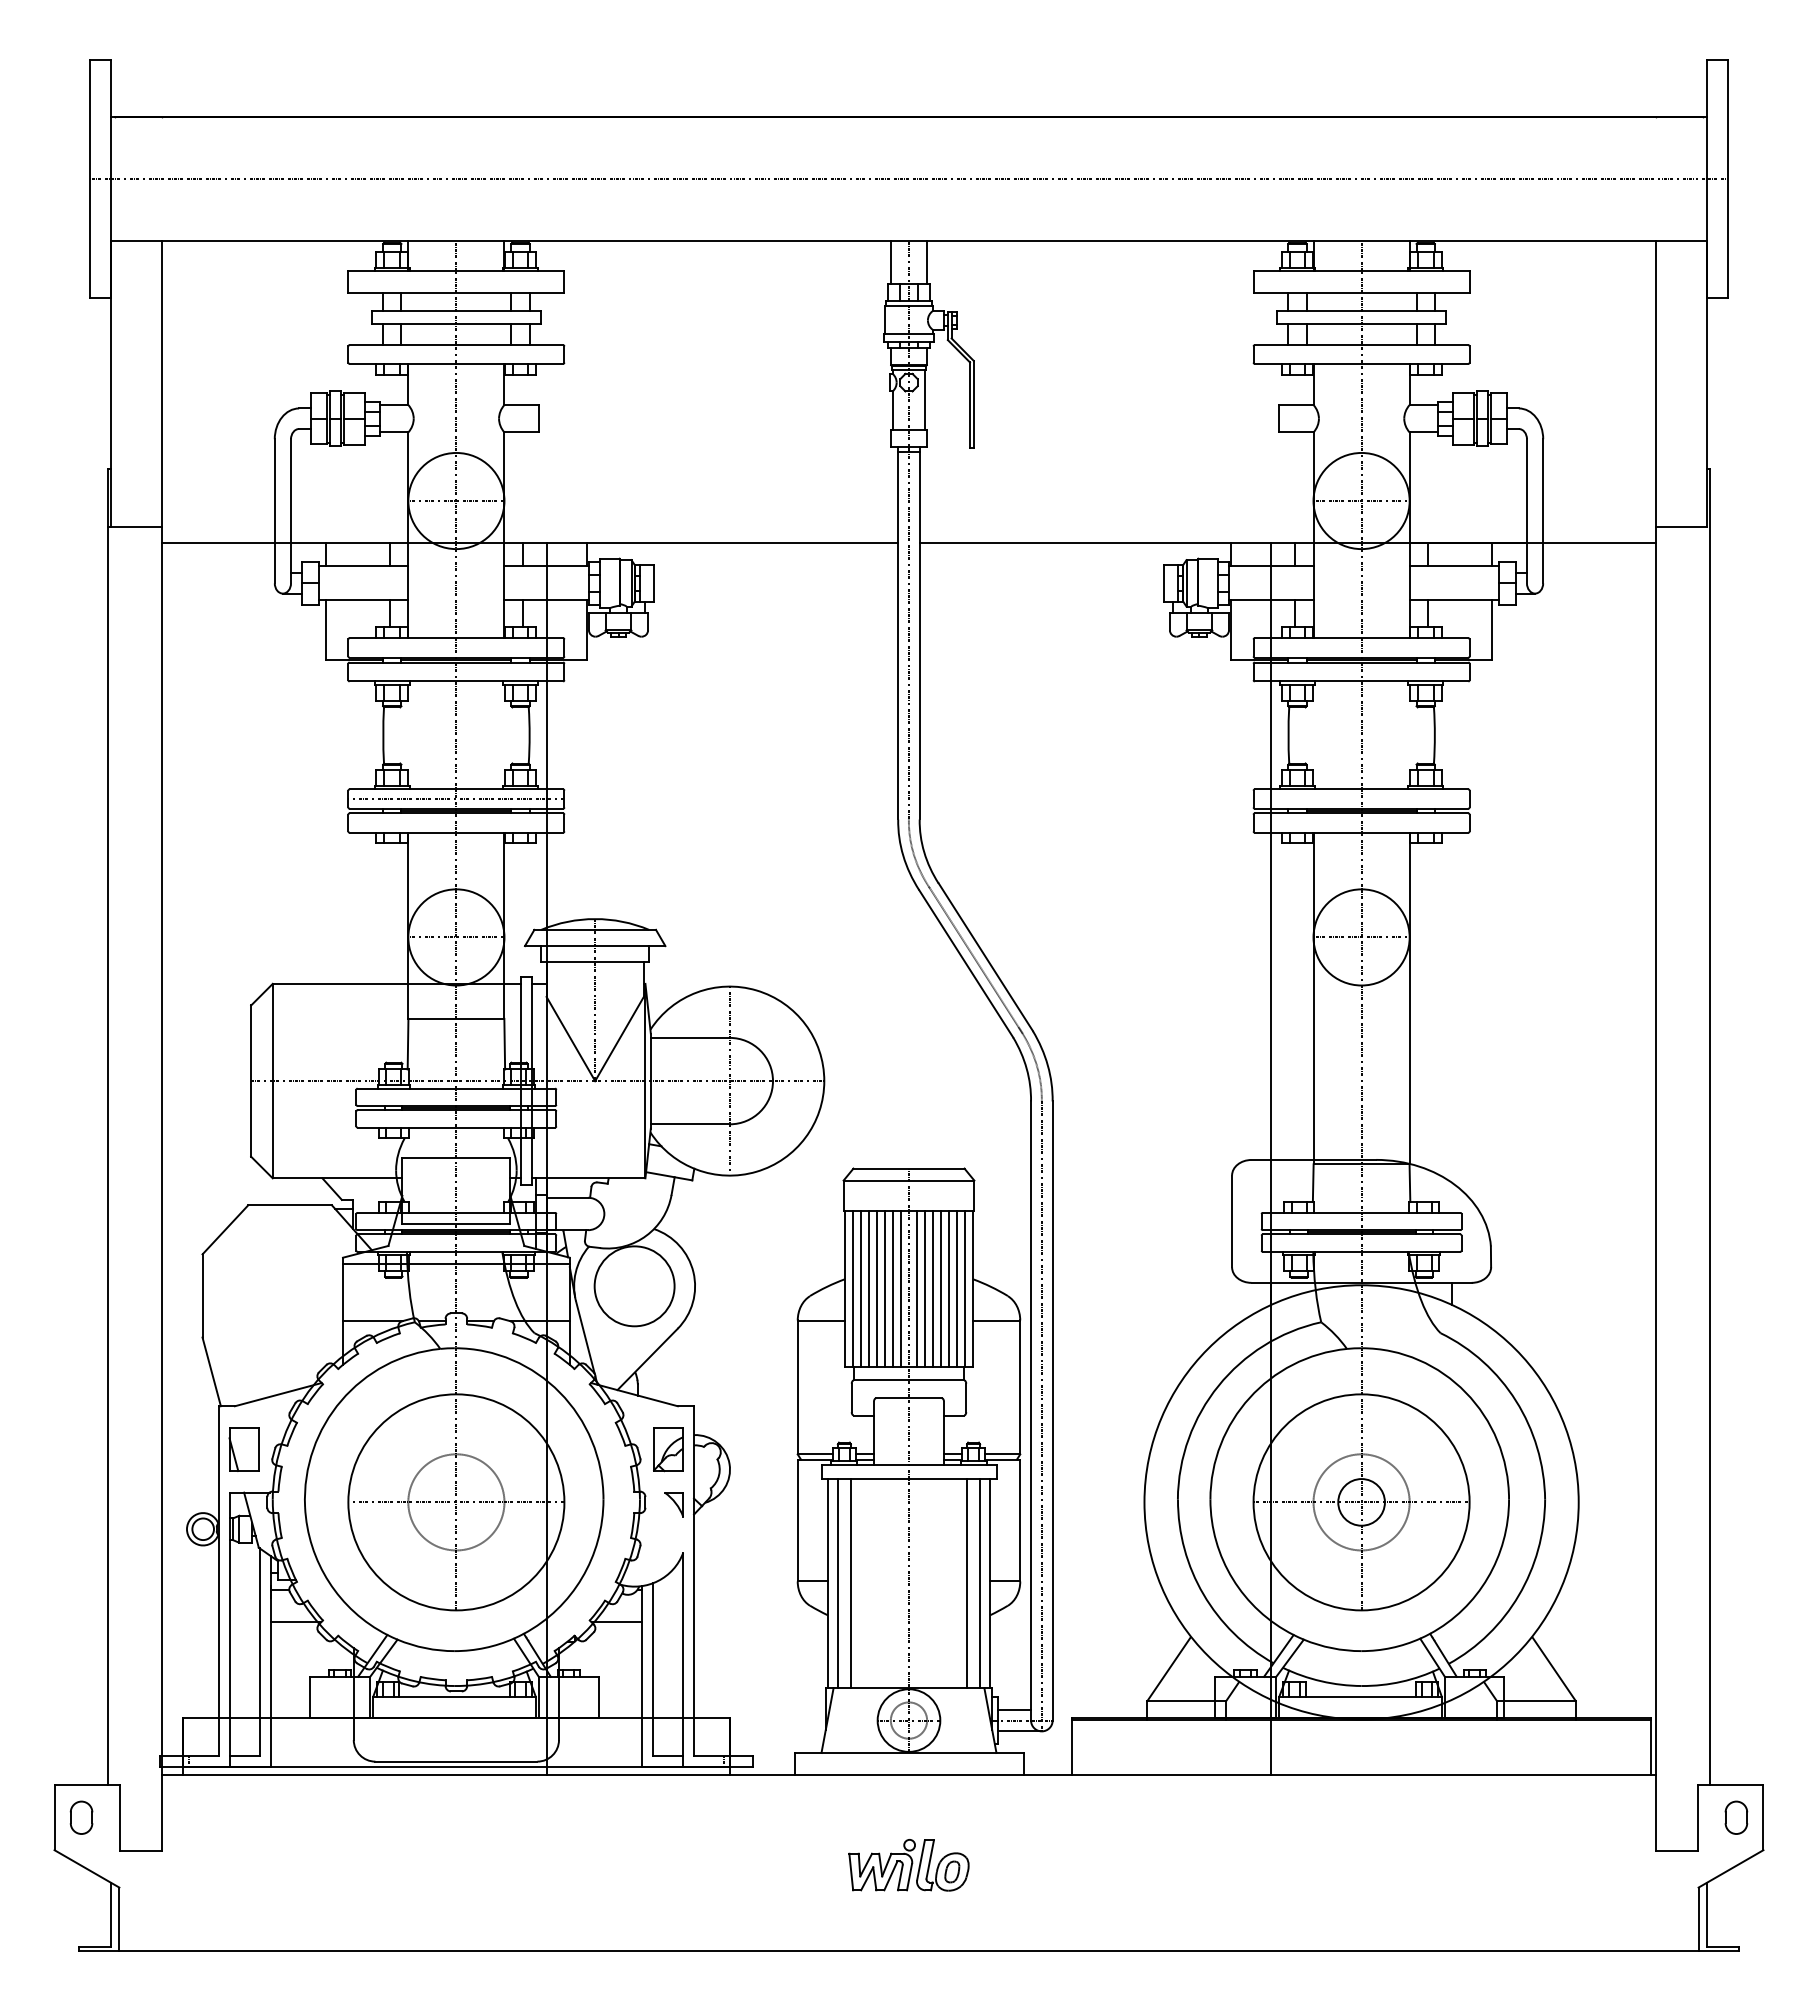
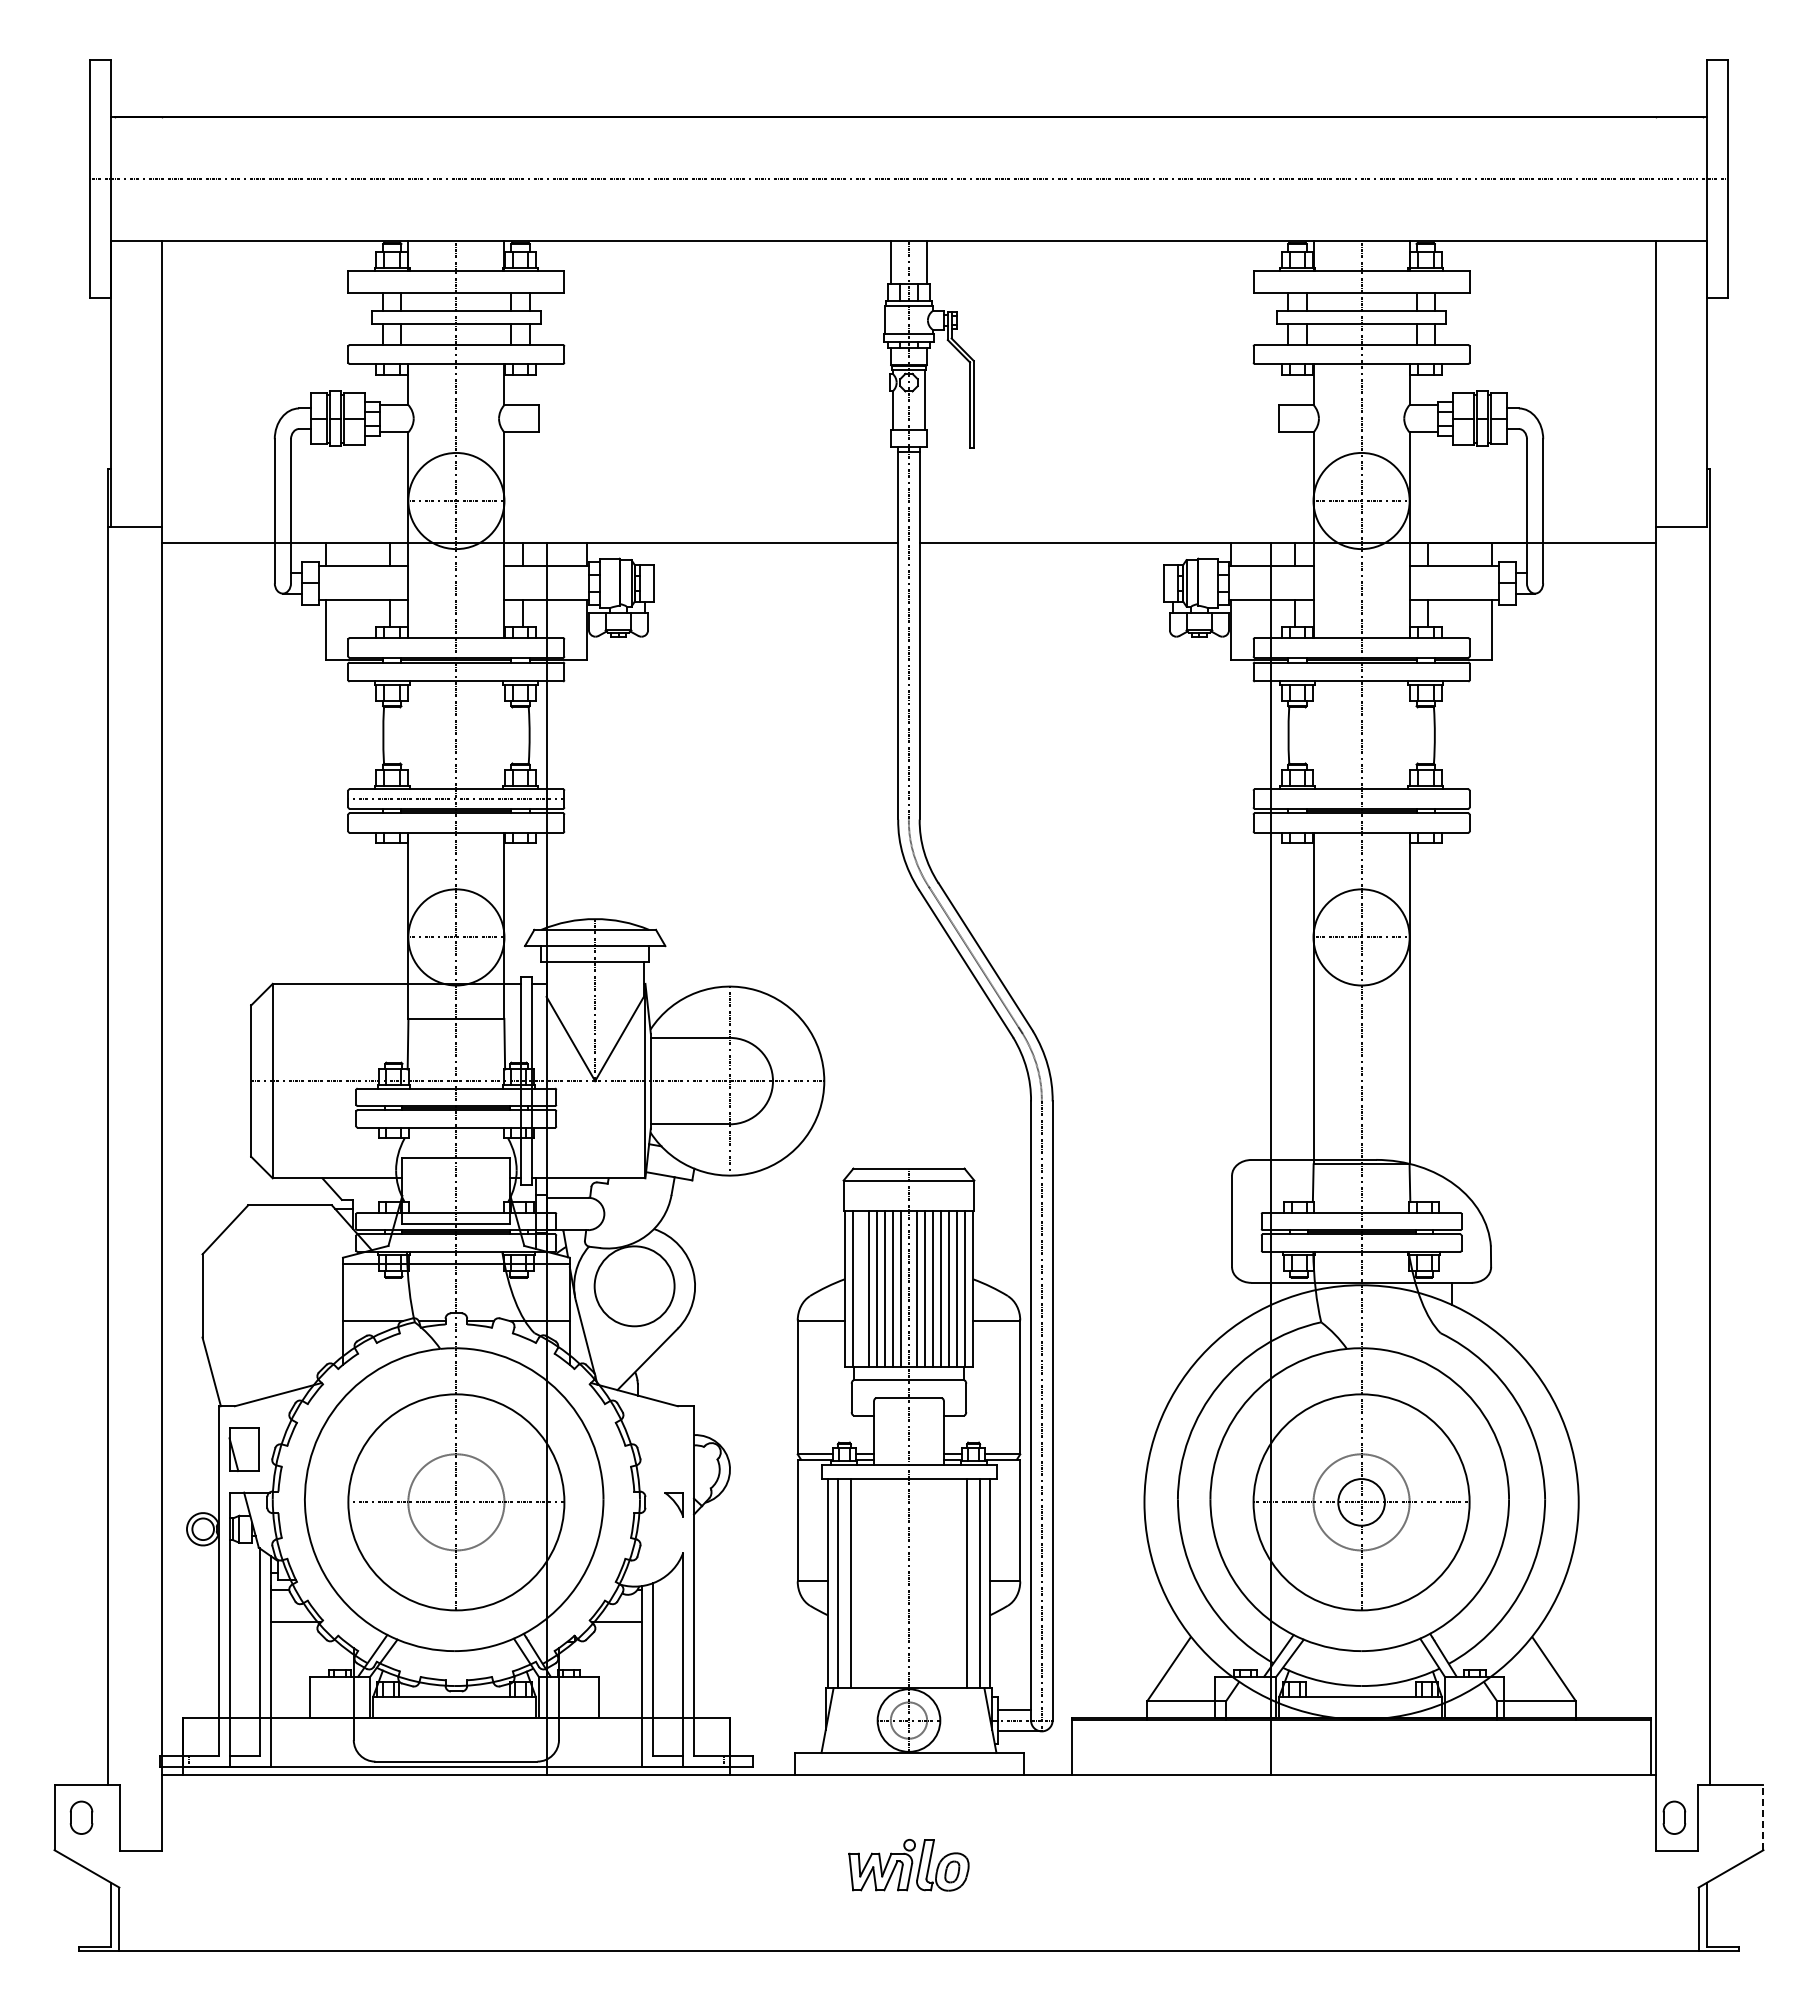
line at (860, 1288): present -> none
part at (668, 1449): present -> none
part at (1736, 1817) position: (1736, 1817) -> (1674, 1817)
line at (1763, 1817): solid -> dashed
